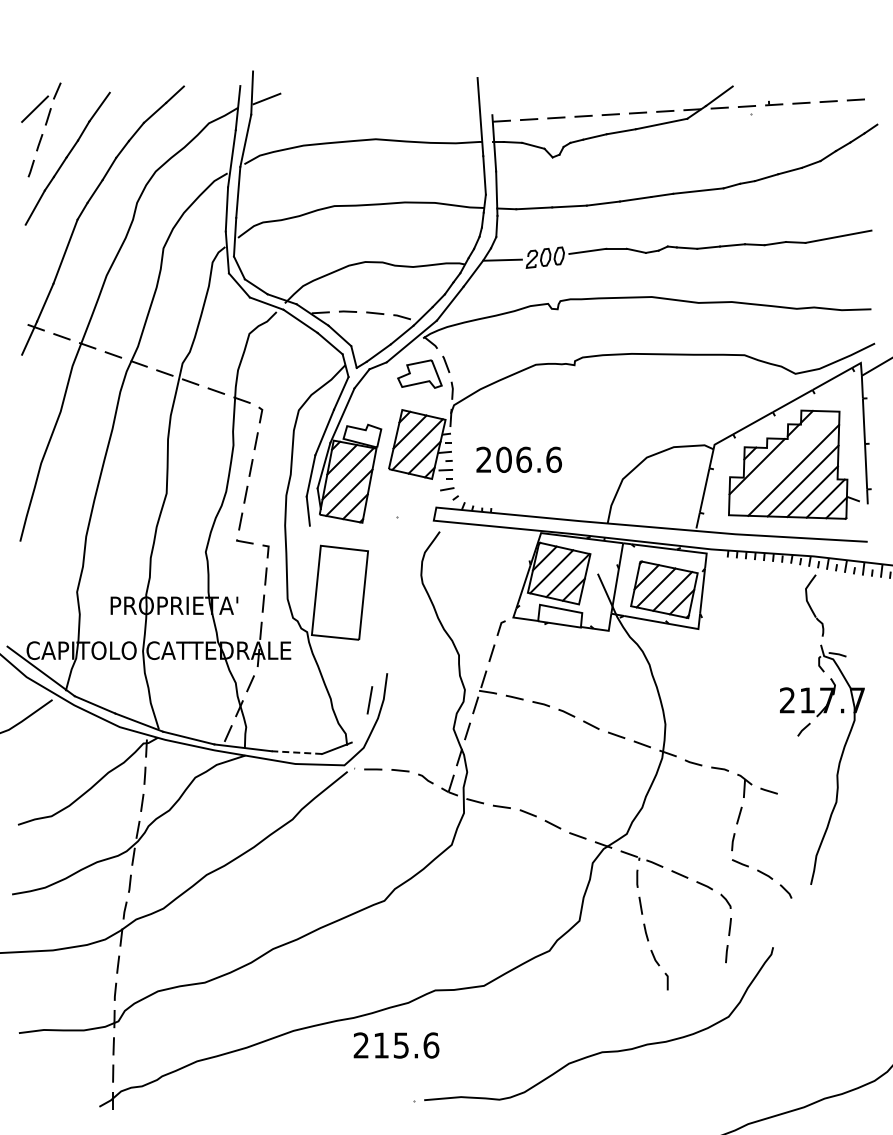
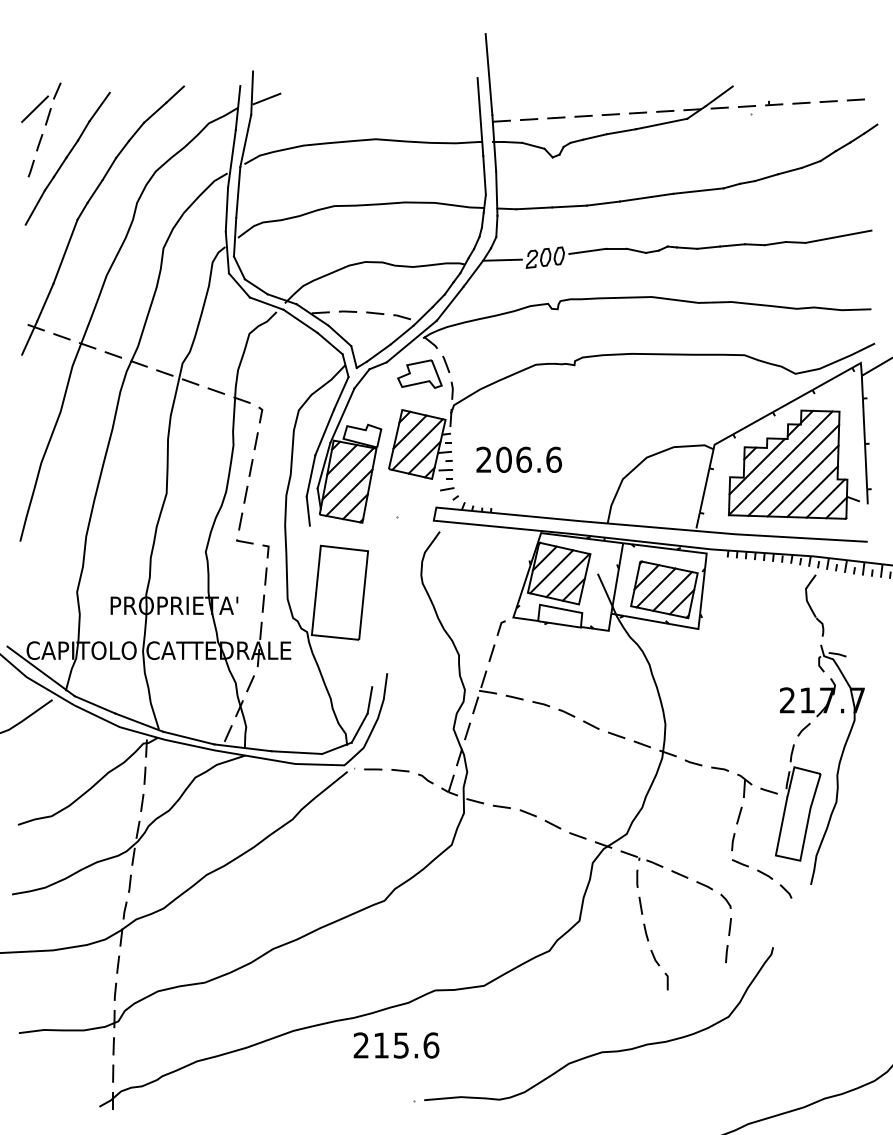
line at (488, 74): none -> present
line at (780, 463): none -> present
line at (359, 727): none -> present
line at (296, 752): dashed -> solid
part at (798, 802): none -> present
